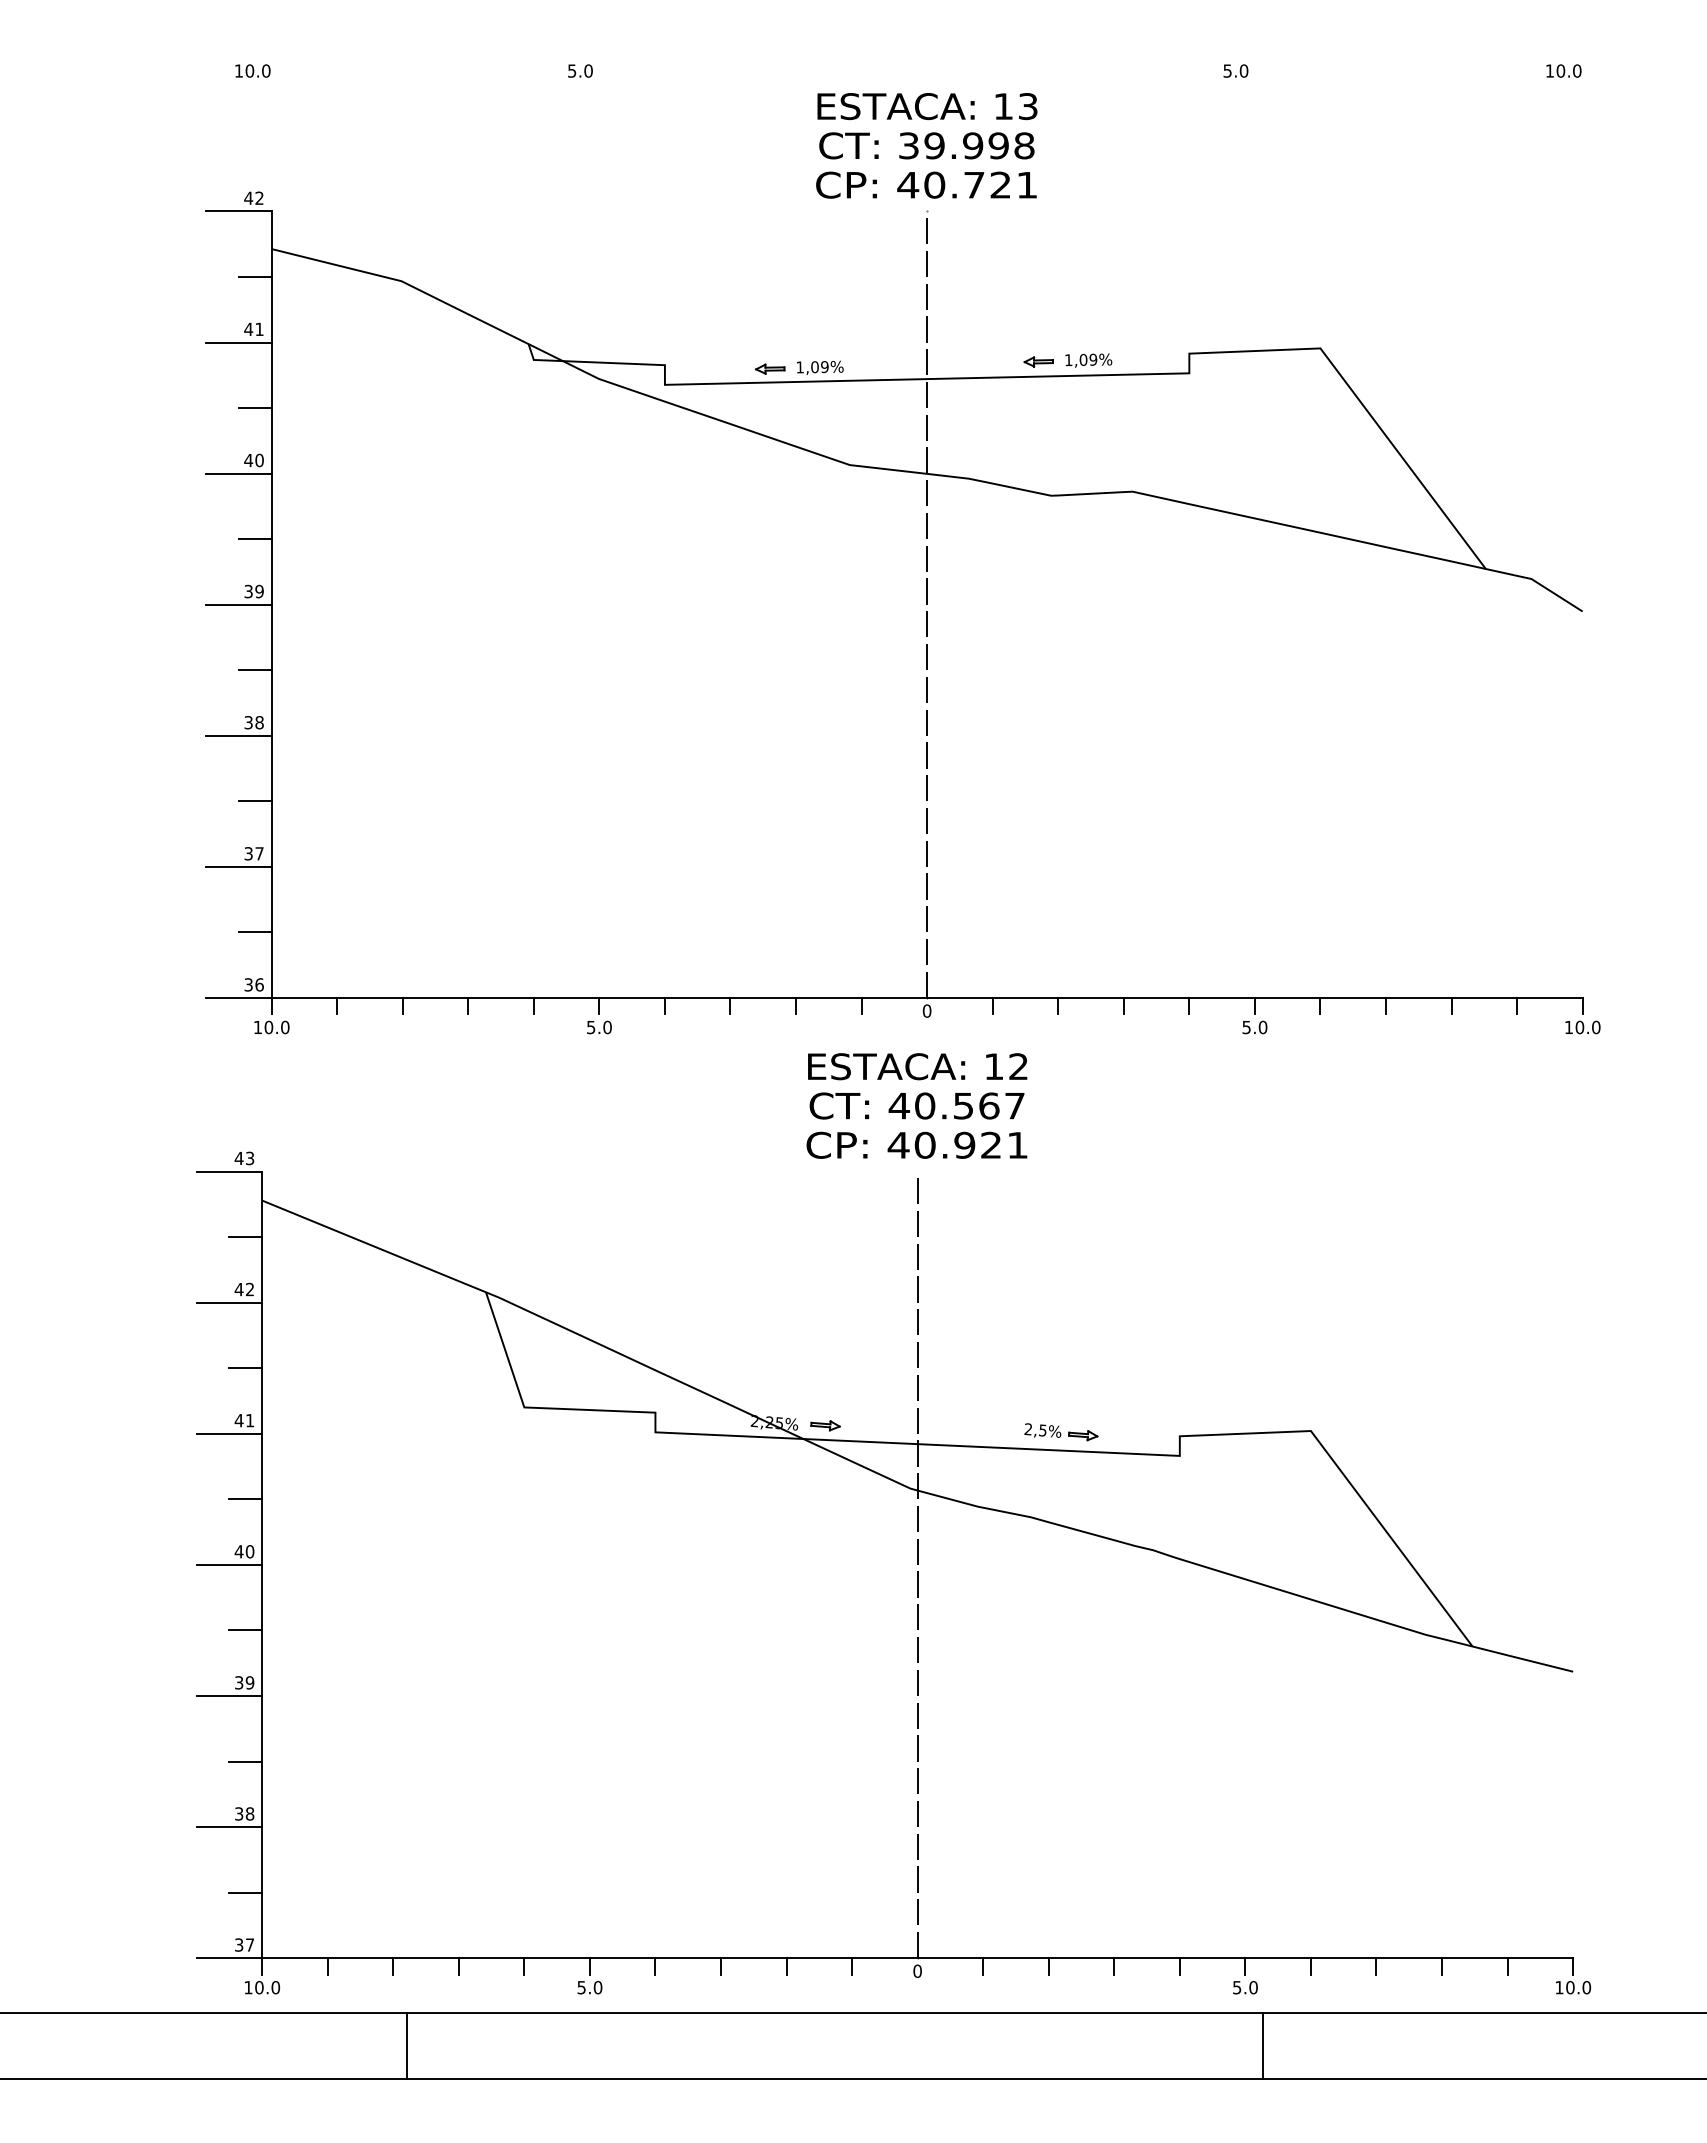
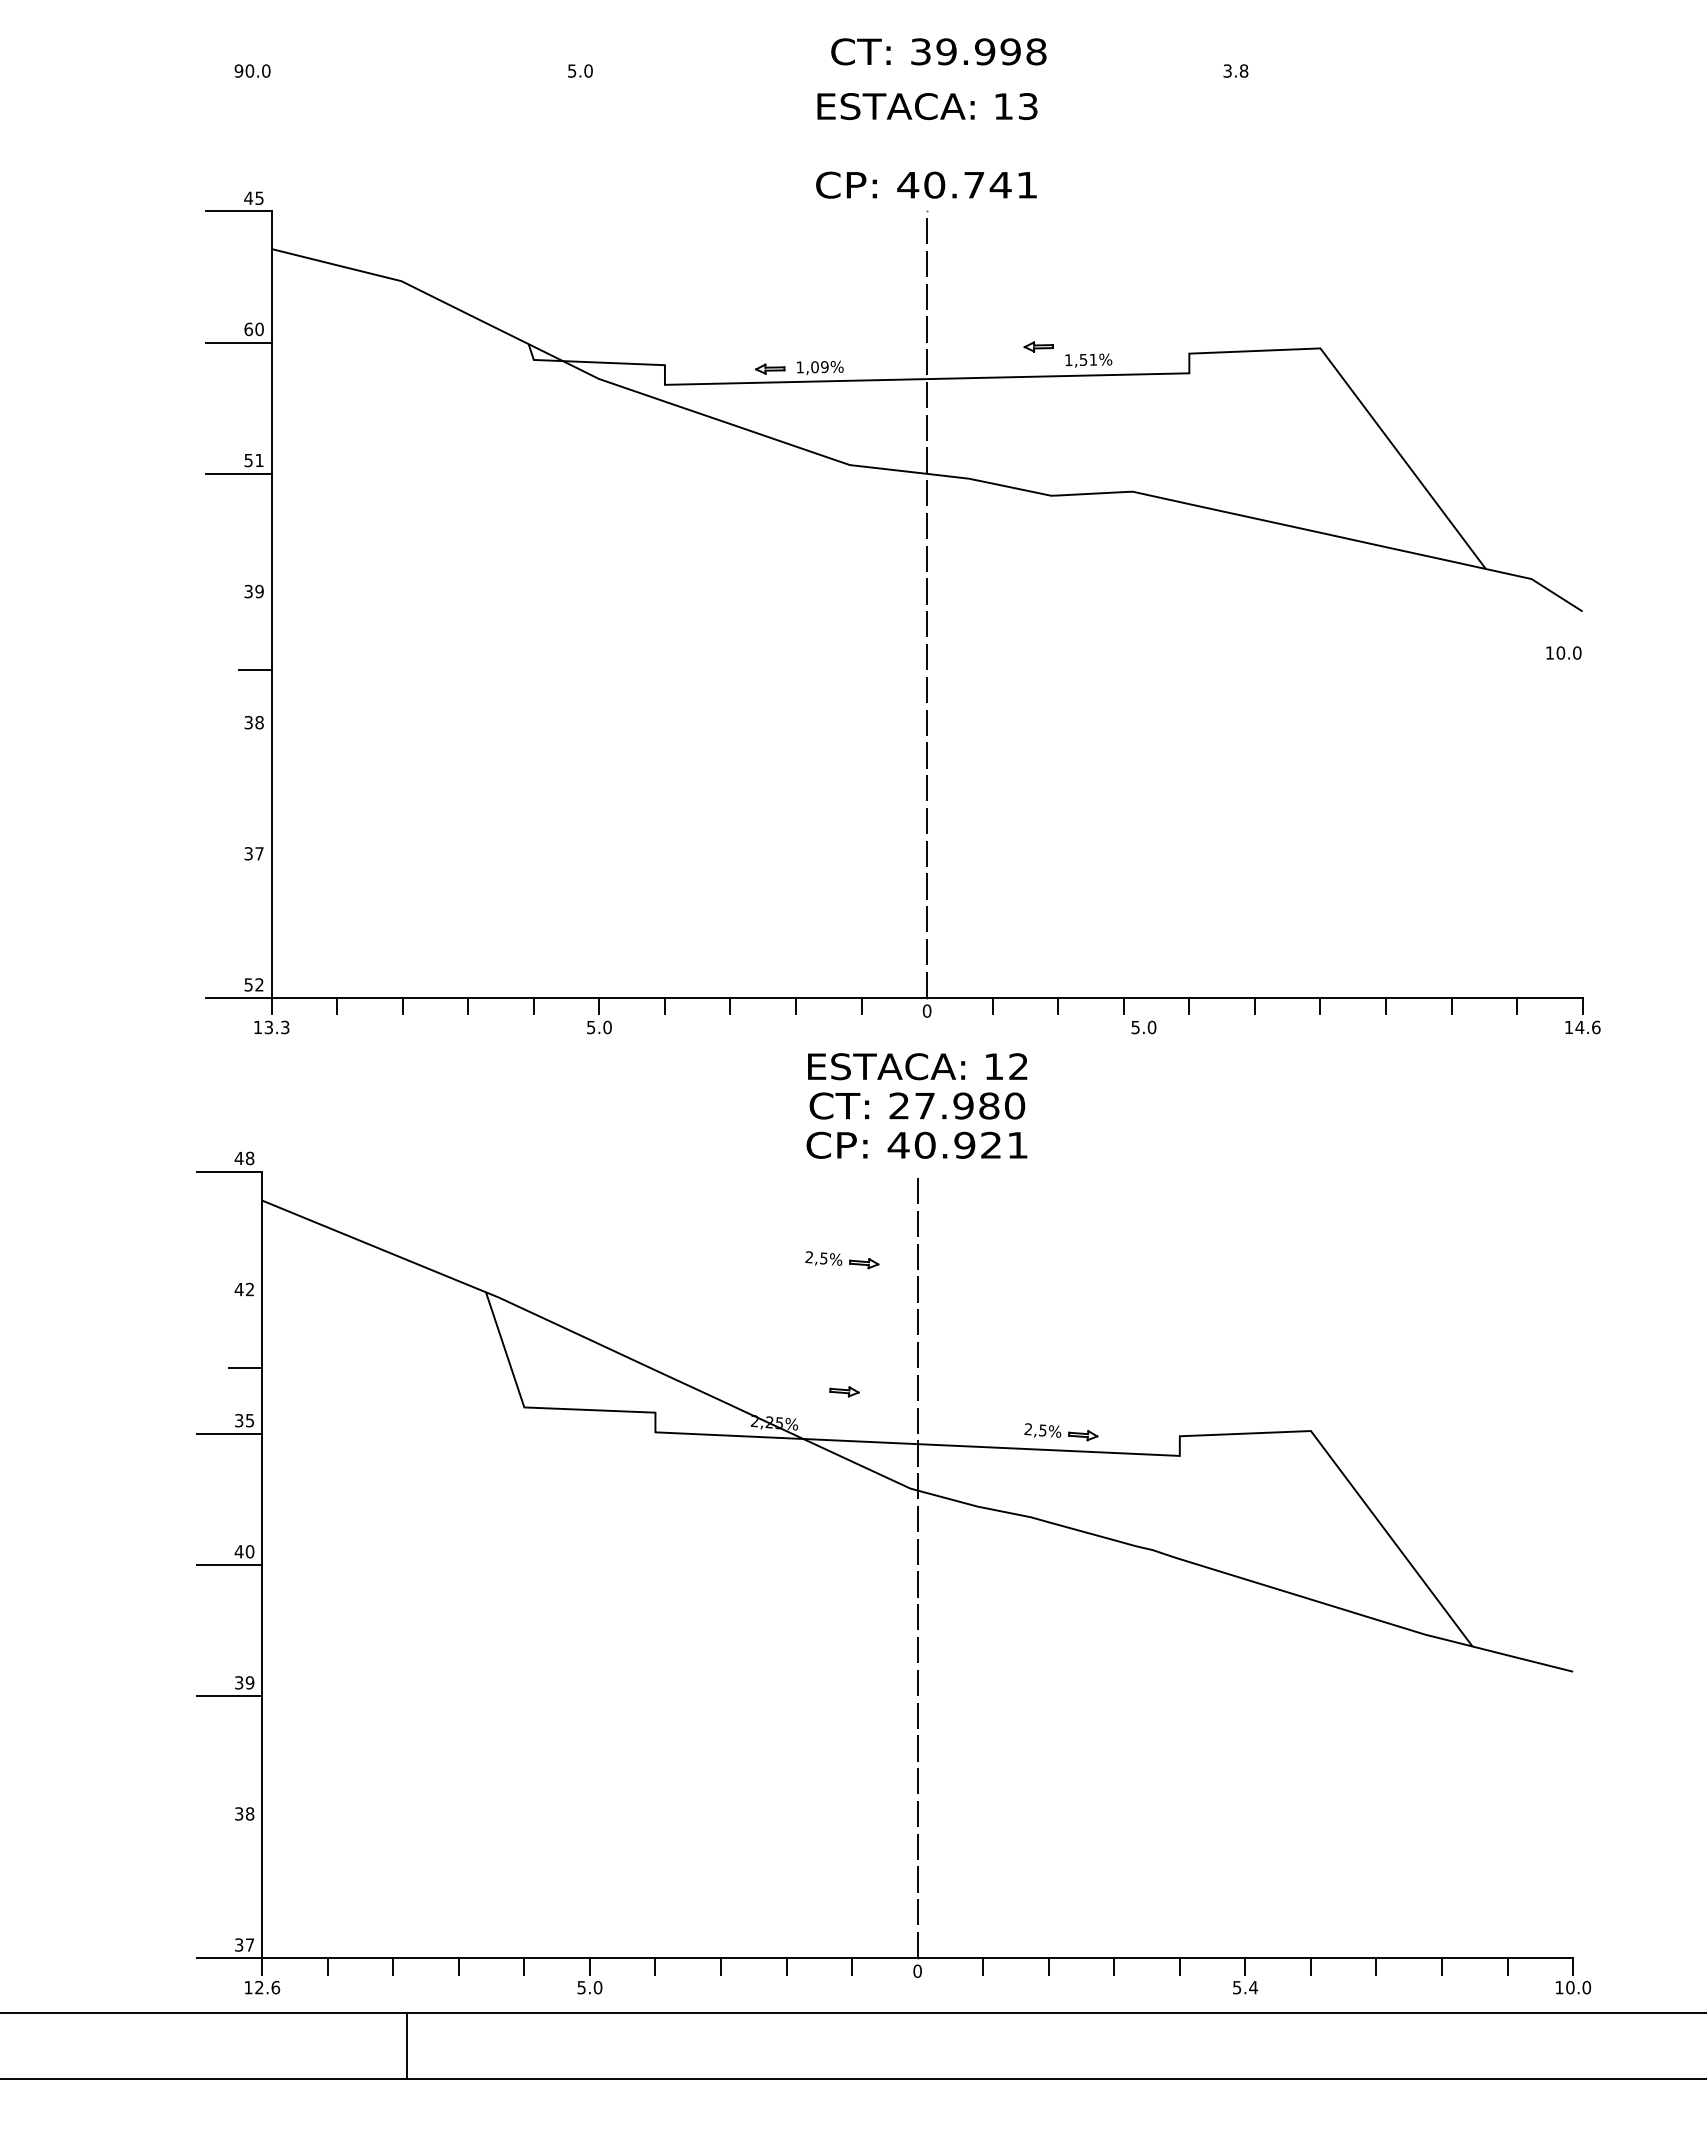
text at (238, 70): 10.0 -> 90.0
text at (1236, 70): 5.0 -> 3.8
text at (1563, 70) position: (1563, 70) -> (1563, 652)
text at (926, 145) position: (926, 145) -> (938, 51)
text at (1000, 184): 40.721 -> 40.741
text at (259, 197): 42 -> 45
line at (254, 276): present -> none
text at (253, 329): 41 -> 60
text at (1088, 359): 1,09% -> 1,51%
part at (1038, 361) position: (1038, 361) -> (1038, 346)
line at (254, 408): present -> none
text at (253, 460): 40 -> 51
line at (254, 539): present -> none
line at (238, 604): present -> none
line at (238, 735): present -> none
line at (254, 801): present -> none
line at (238, 866): present -> none
line at (254, 932): present -> none
text at (254, 984): 36 -> 52
text at (276, 1027): 10.0 -> 13.3
text at (1254, 1027) position: (1254, 1027) -> (1143, 1027)
text at (1587, 1027): 10.0 -> 14.6
text at (956, 1105): 40.567 -> 27.980
text at (249, 1158): 43 -> 48
line at (245, 1237): present -> none
part at (842, 1260): none -> present
line at (229, 1302): present -> none
text at (243, 1420): 41 -> 35
part at (825, 1425) position: (825, 1425) -> (844, 1391)
line at (245, 1499): present -> none
line at (245, 1630): present -> none
line at (245, 1761): present -> none
line at (229, 1827): present -> none
line at (245, 1892): present -> none
text at (267, 1987): 10.0 -> 12.6
text at (1253, 1987): 5.0 -> 5.4
line at (1262, 2045): present -> none
